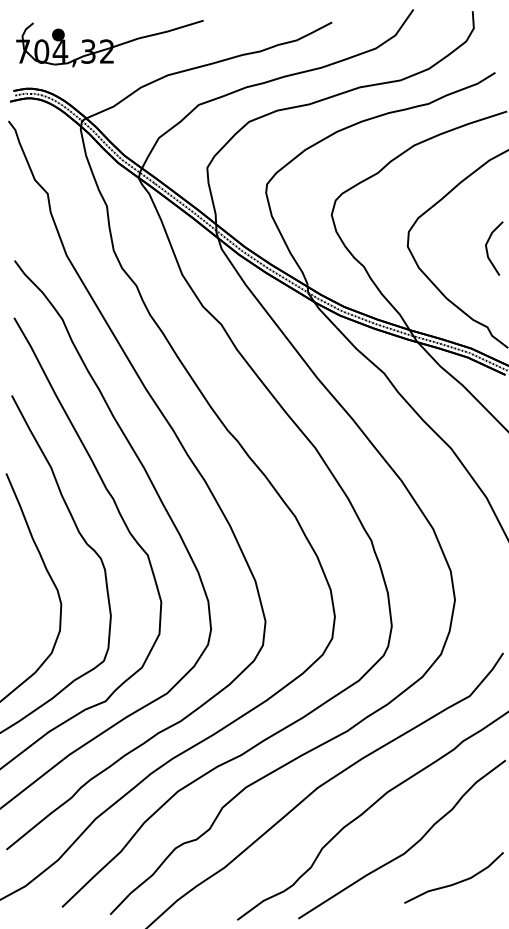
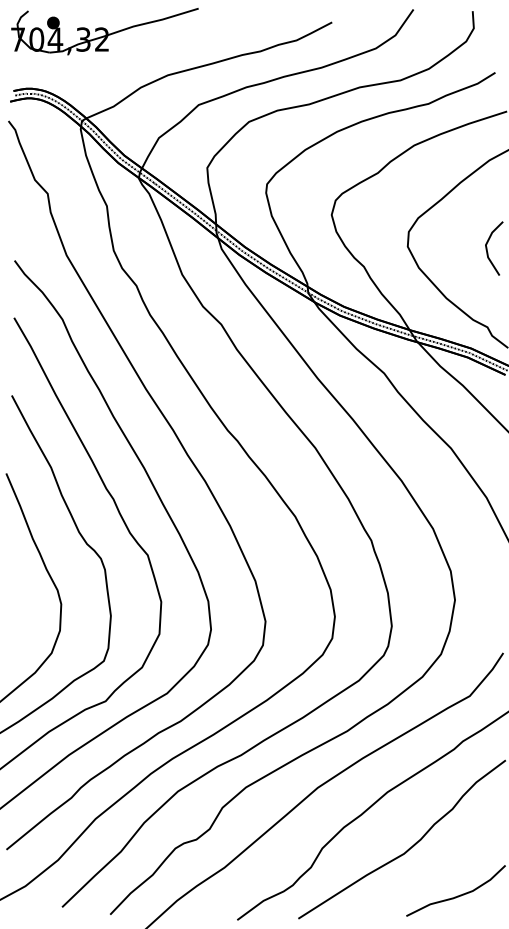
part at (109, 43) position: (109, 43) -> (104, 31)
curve at (455, 882) position: (455, 882) -> (457, 895)
